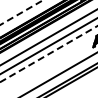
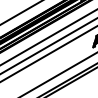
line at (21, 12): dashed -> solid
line at (49, 53): dashed -> solid
